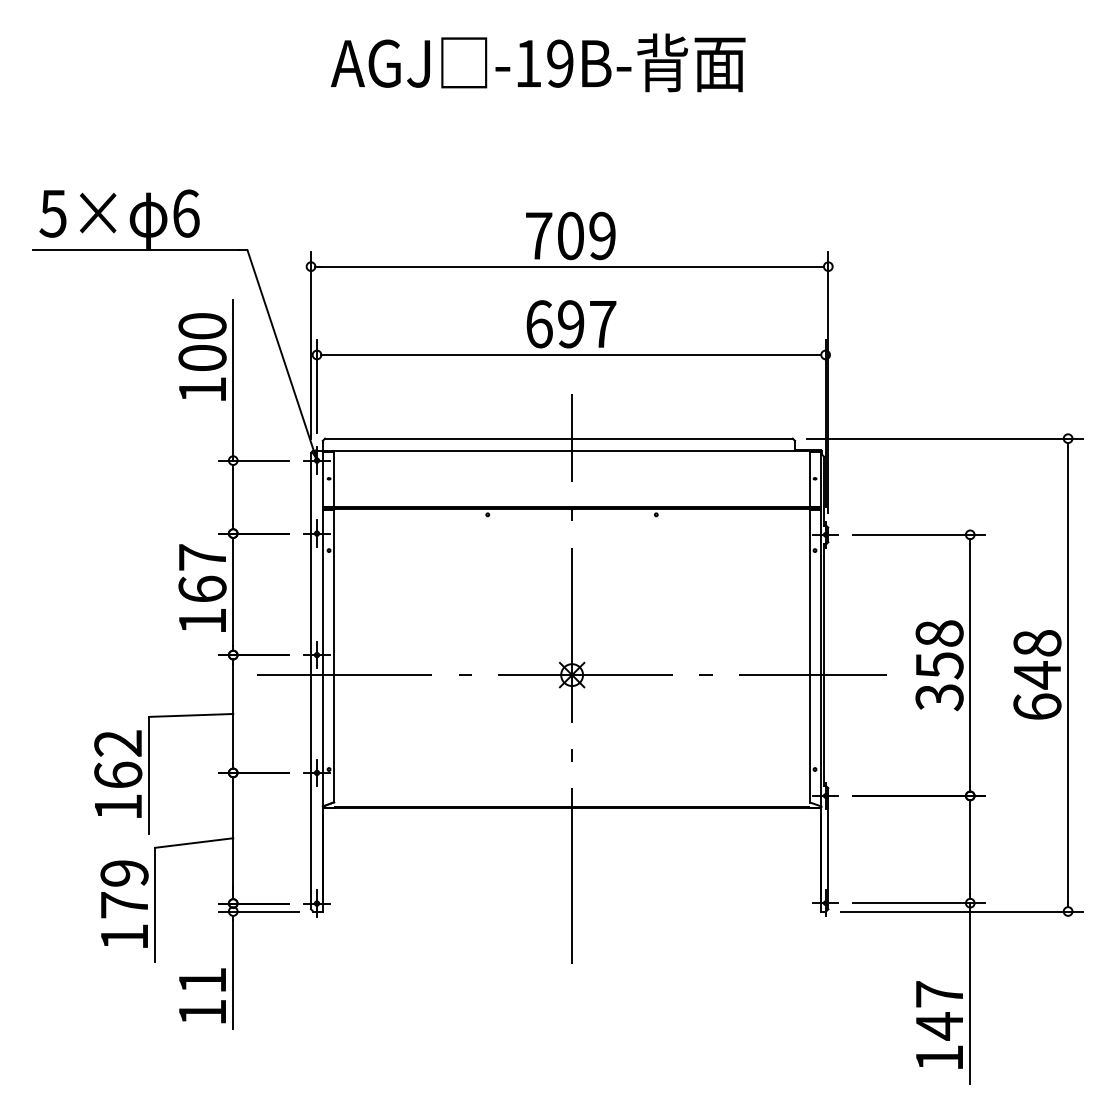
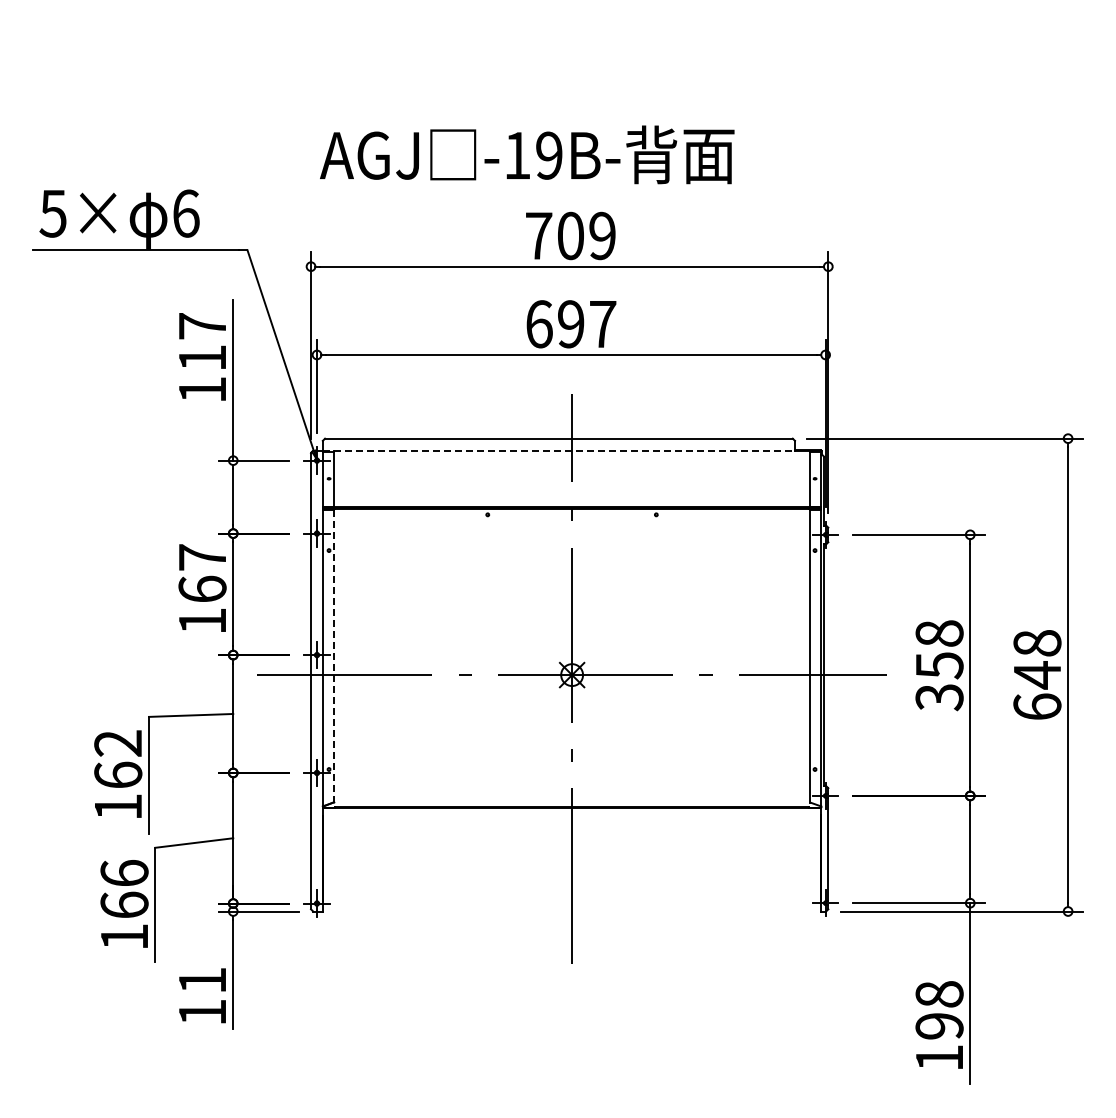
text at (538, 62) position: (538, 62) -> (527, 154)
text at (202, 341): 100 -> 117
line at (559, 451): solid -> dashed
line at (333, 656): solid -> dashed
text at (124, 889): 179 -> 166
text at (939, 1010): 147 -> 198
